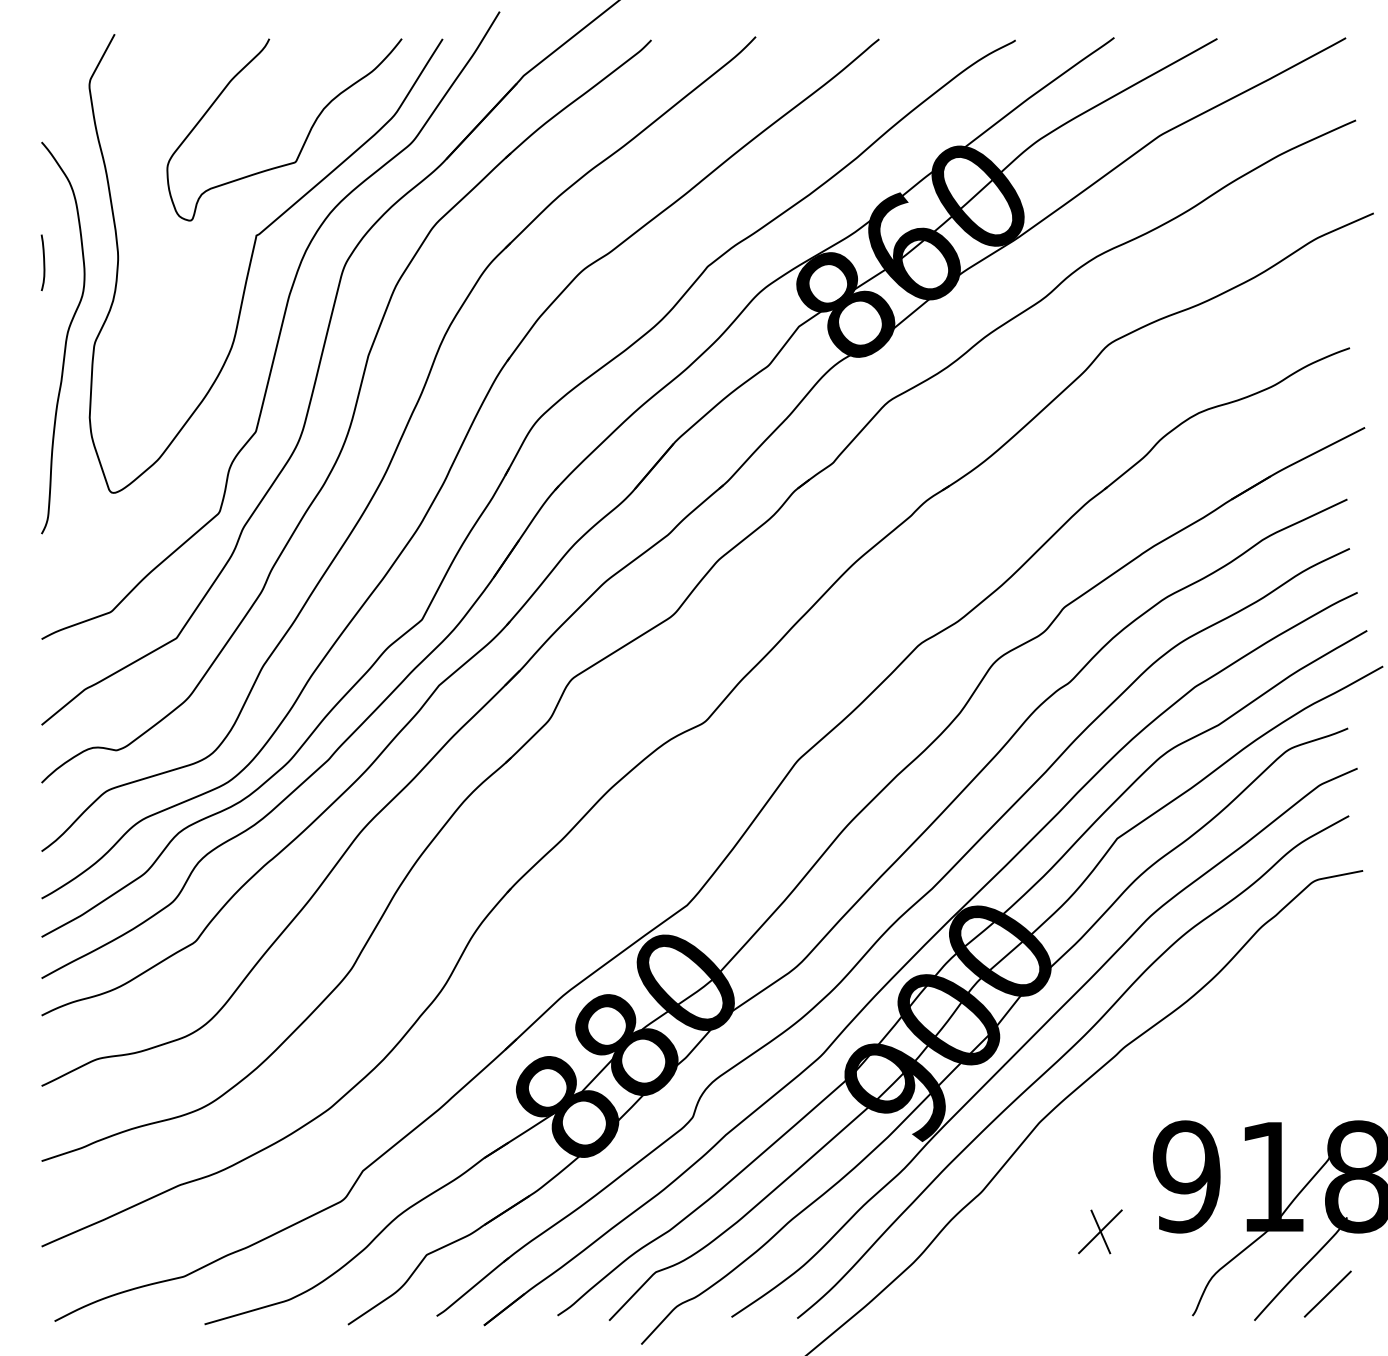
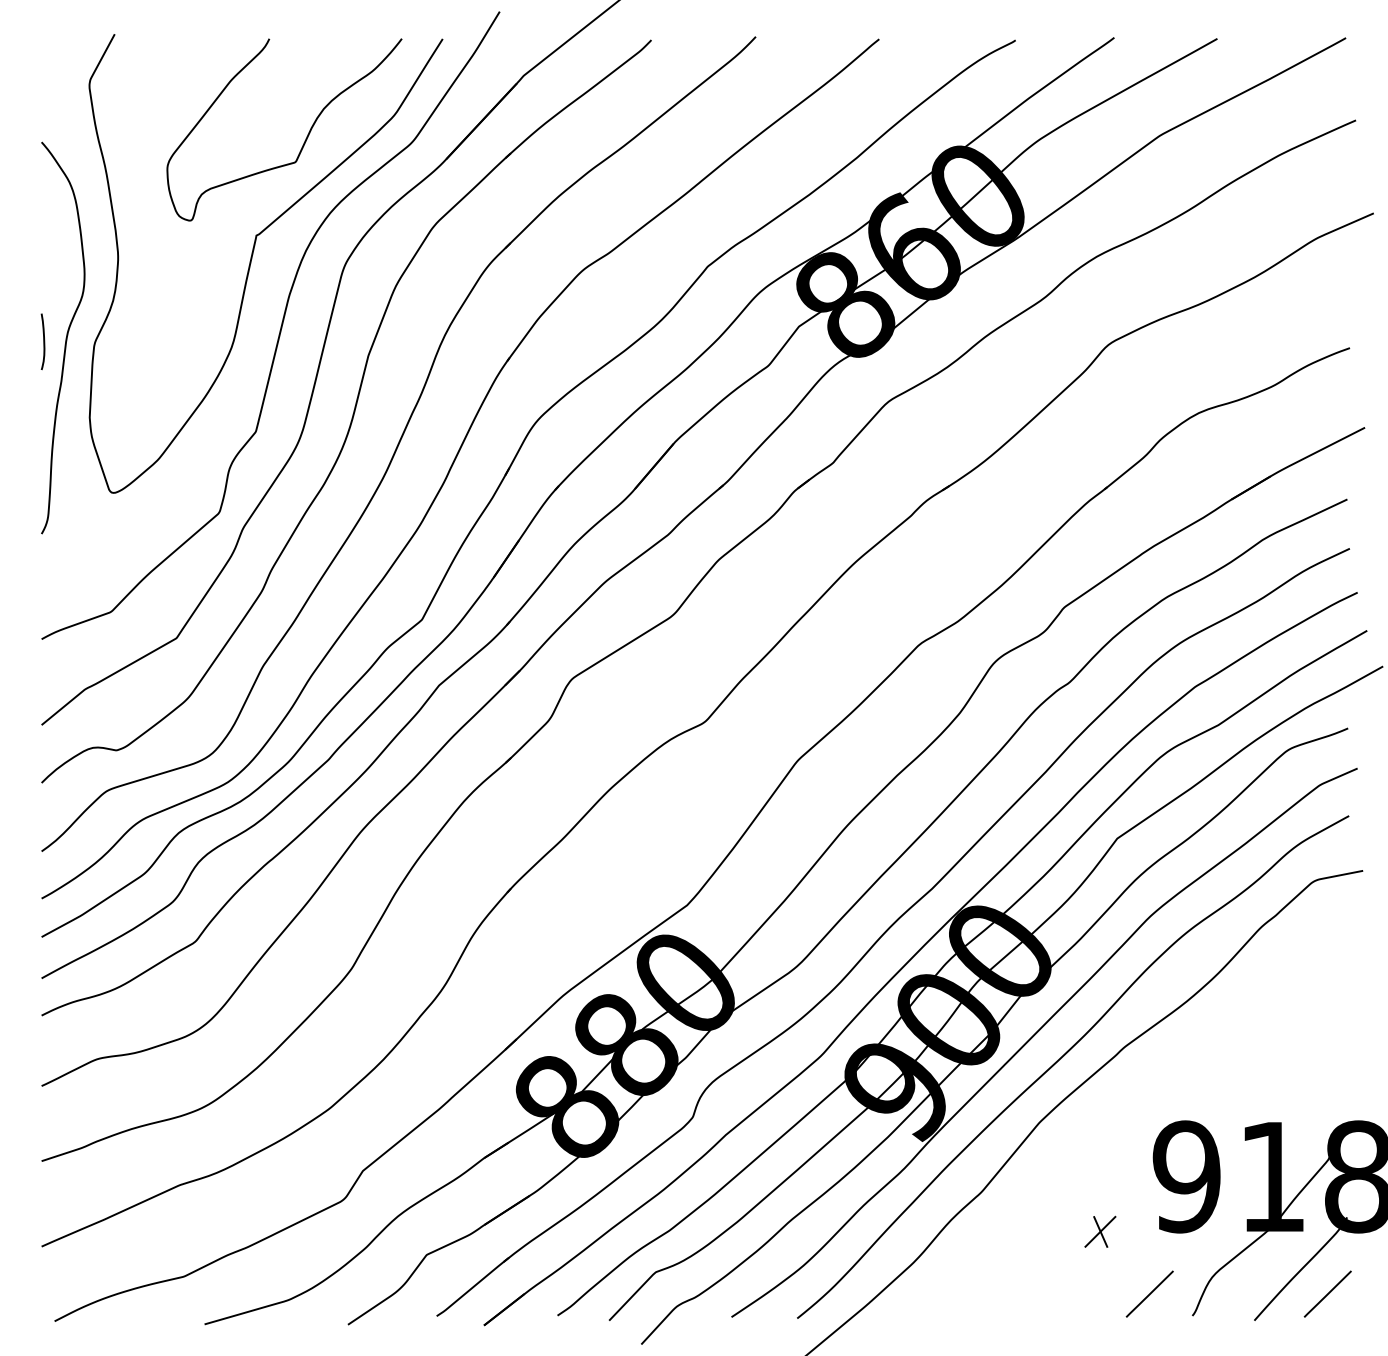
curve at (43, 262) position: (43, 262) -> (43, 341)
part at (1100, 1231) size: 45x46 px -> 33x33 px
line at (1149, 1293): none -> present
